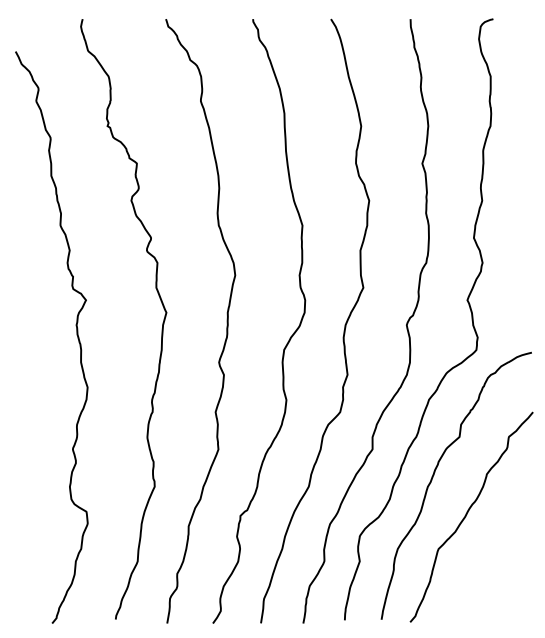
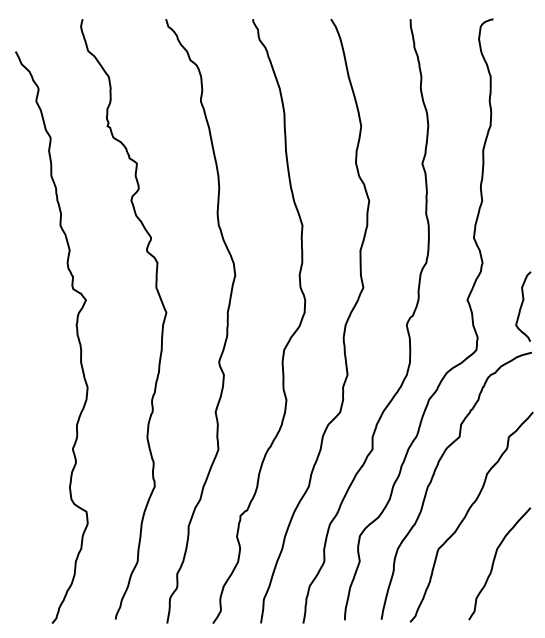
curve at (522, 306): none -> present
curve at (494, 562): none -> present
